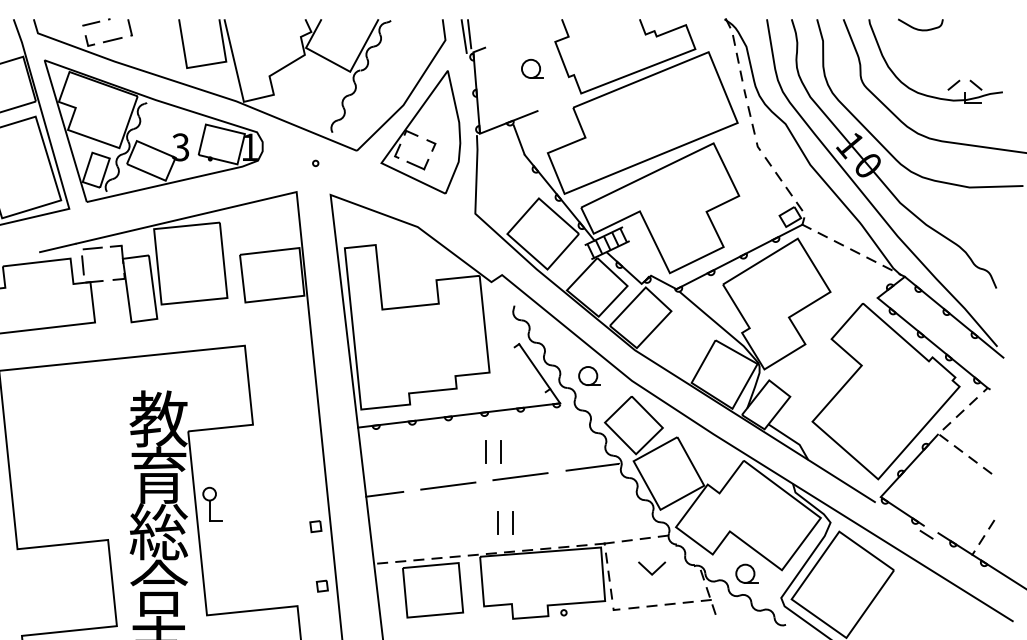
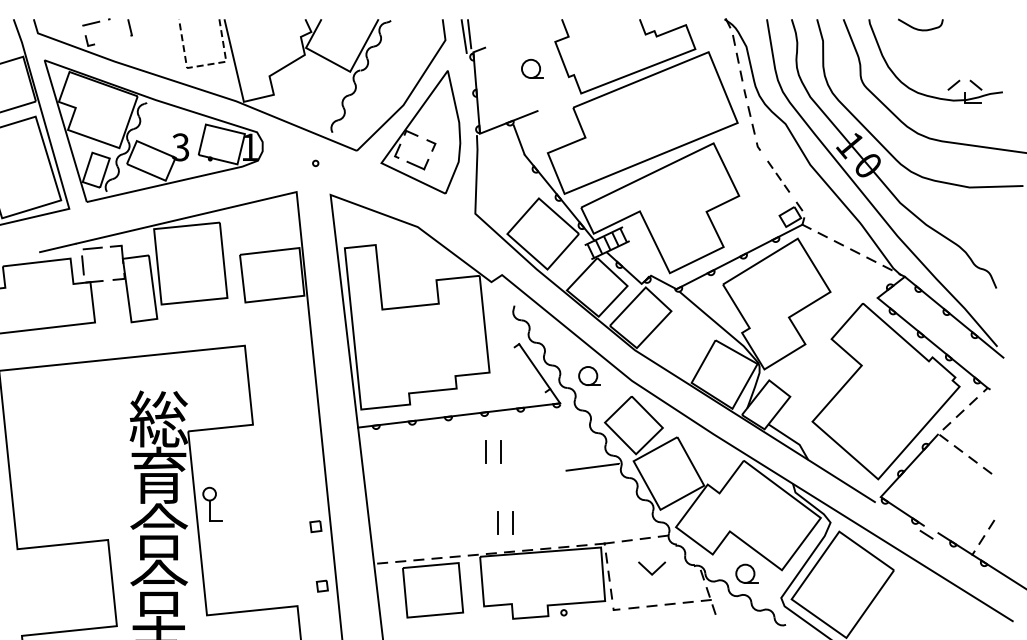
line at (112, 40): present -> none
line at (202, 65): solid -> dashed
part at (778, 176) size: 29x40 px -> 24x33 px
text at (158, 418): 教 -> 総
line at (520, 476): present -> none
line at (448, 485): present -> none
line at (384, 493): present -> none
text at (158, 531): 総 -> 合
